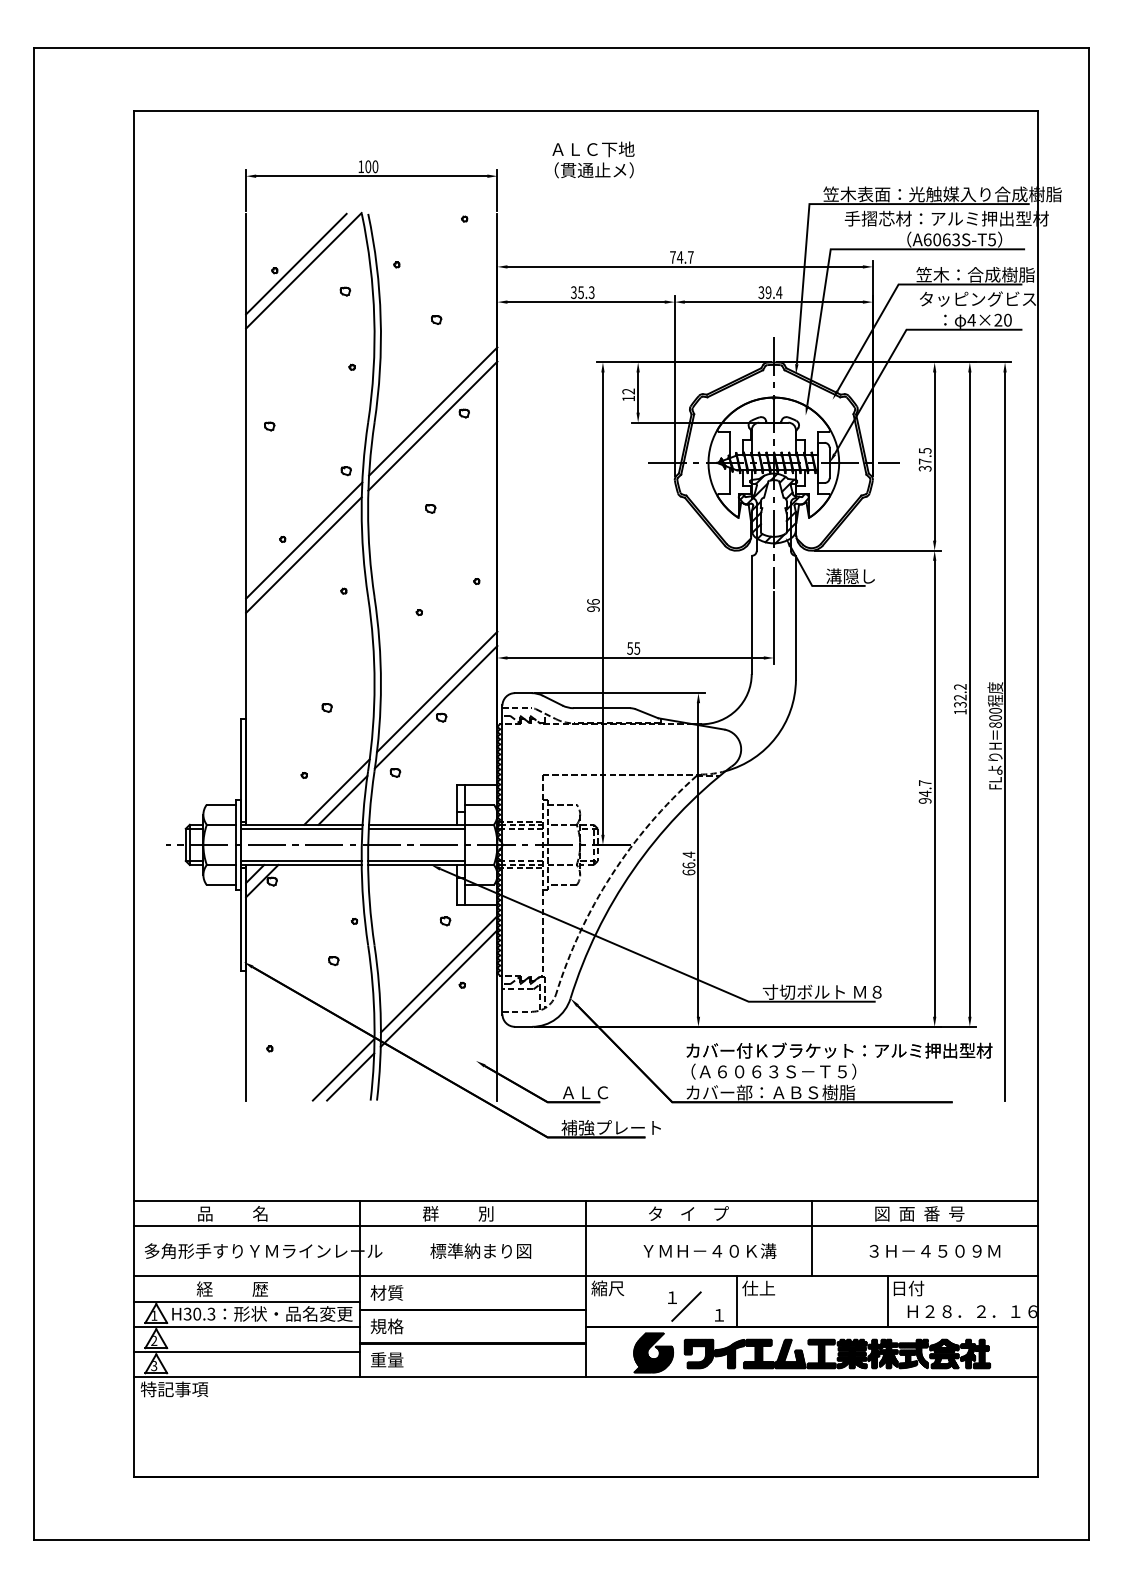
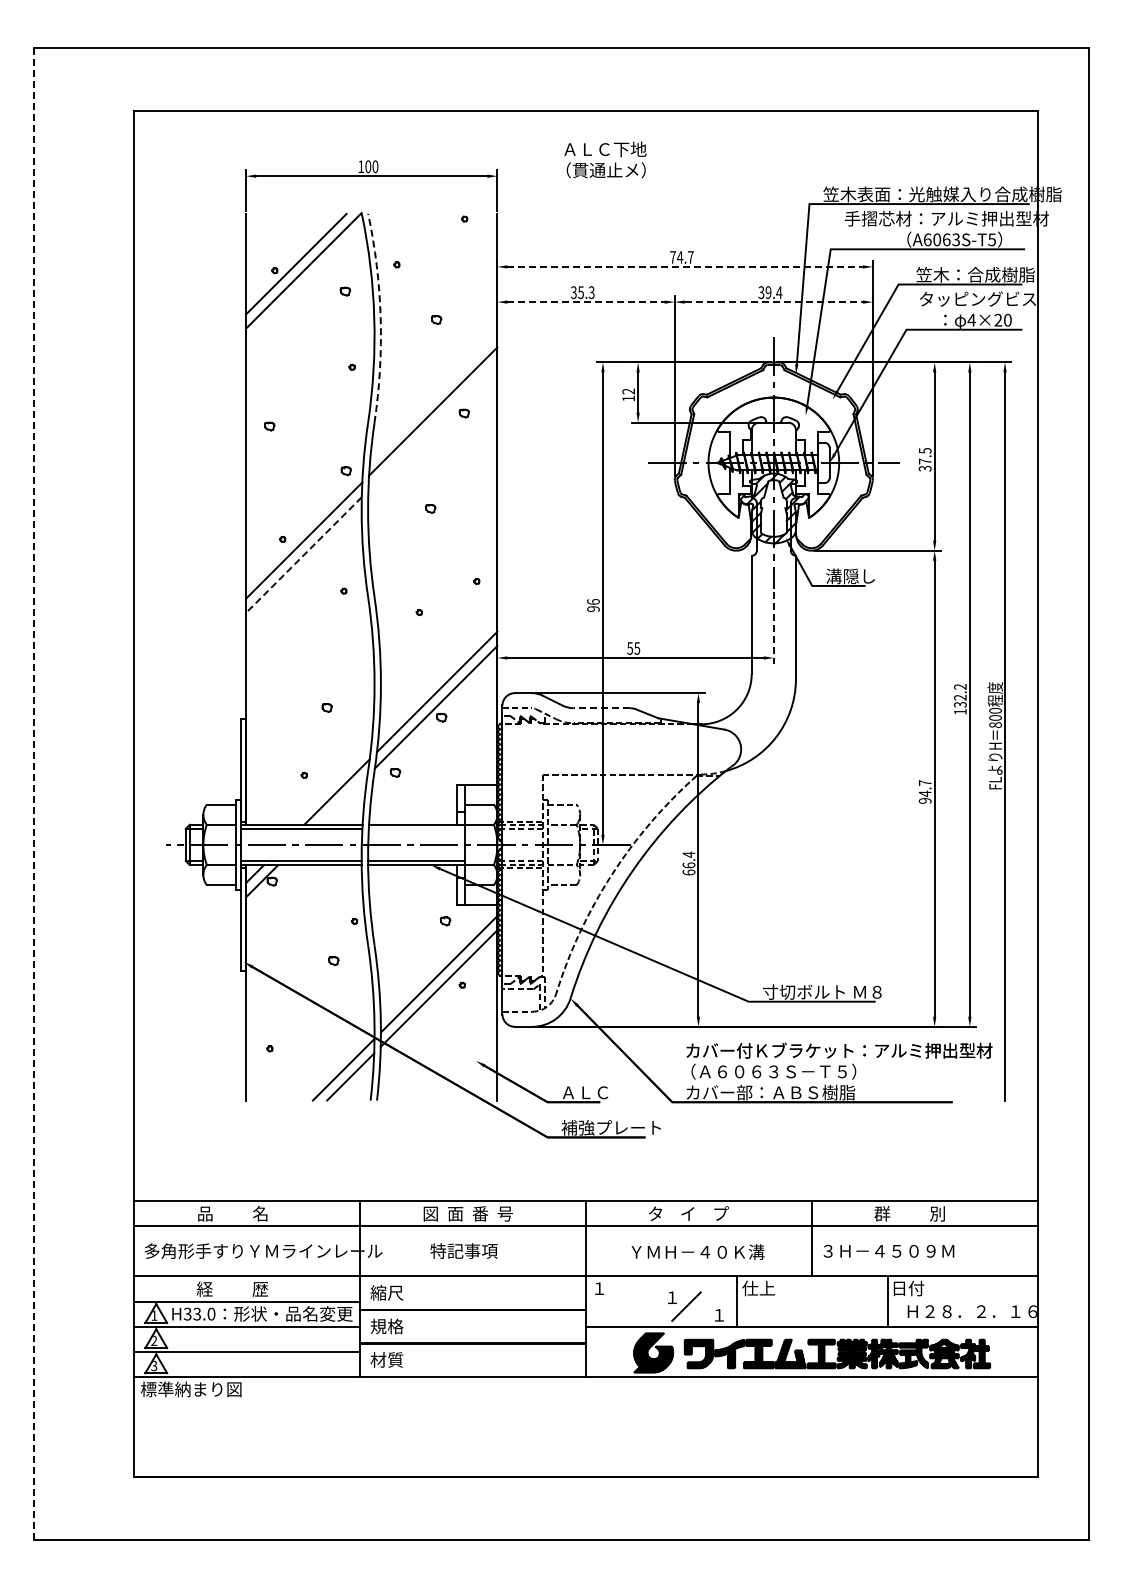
text at (593, 159) position: (593, 159) -> (605, 159)
line at (685, 266): solid -> dashed
line at (586, 302): solid -> dashed
line at (774, 302): solid -> dashed
arc at (380, 318): solid -> dashed
line at (432, 425): present -> none
line at (303, 555): solid -> dashed
line at (773, 628): solid -> dashed
line at (601, 708): solid -> dashed
line at (33, 794): solid -> dashed
line at (342, 799): present -> none
line at (416, 828): present -> none
text at (467, 1213): 群          別 -> 図  面  番  号
text at (919, 1213): 図  面  番  号 -> 群          別
text at (480, 1250): 標準納まり図 -> 特記事項
text at (709, 1250) position: (709, 1250) -> (697, 1251)
text at (934, 1250) position: (934, 1250) -> (888, 1250)
text at (607, 1288): 縮尺 -> １
text at (386, 1292): 材質 -> 縮尺
text at (204, 1313): H30.3 -> H33.0
text at (386, 1359): 重量 -> 材質
text at (190, 1389): 特記事項 -> 標準納まり図
